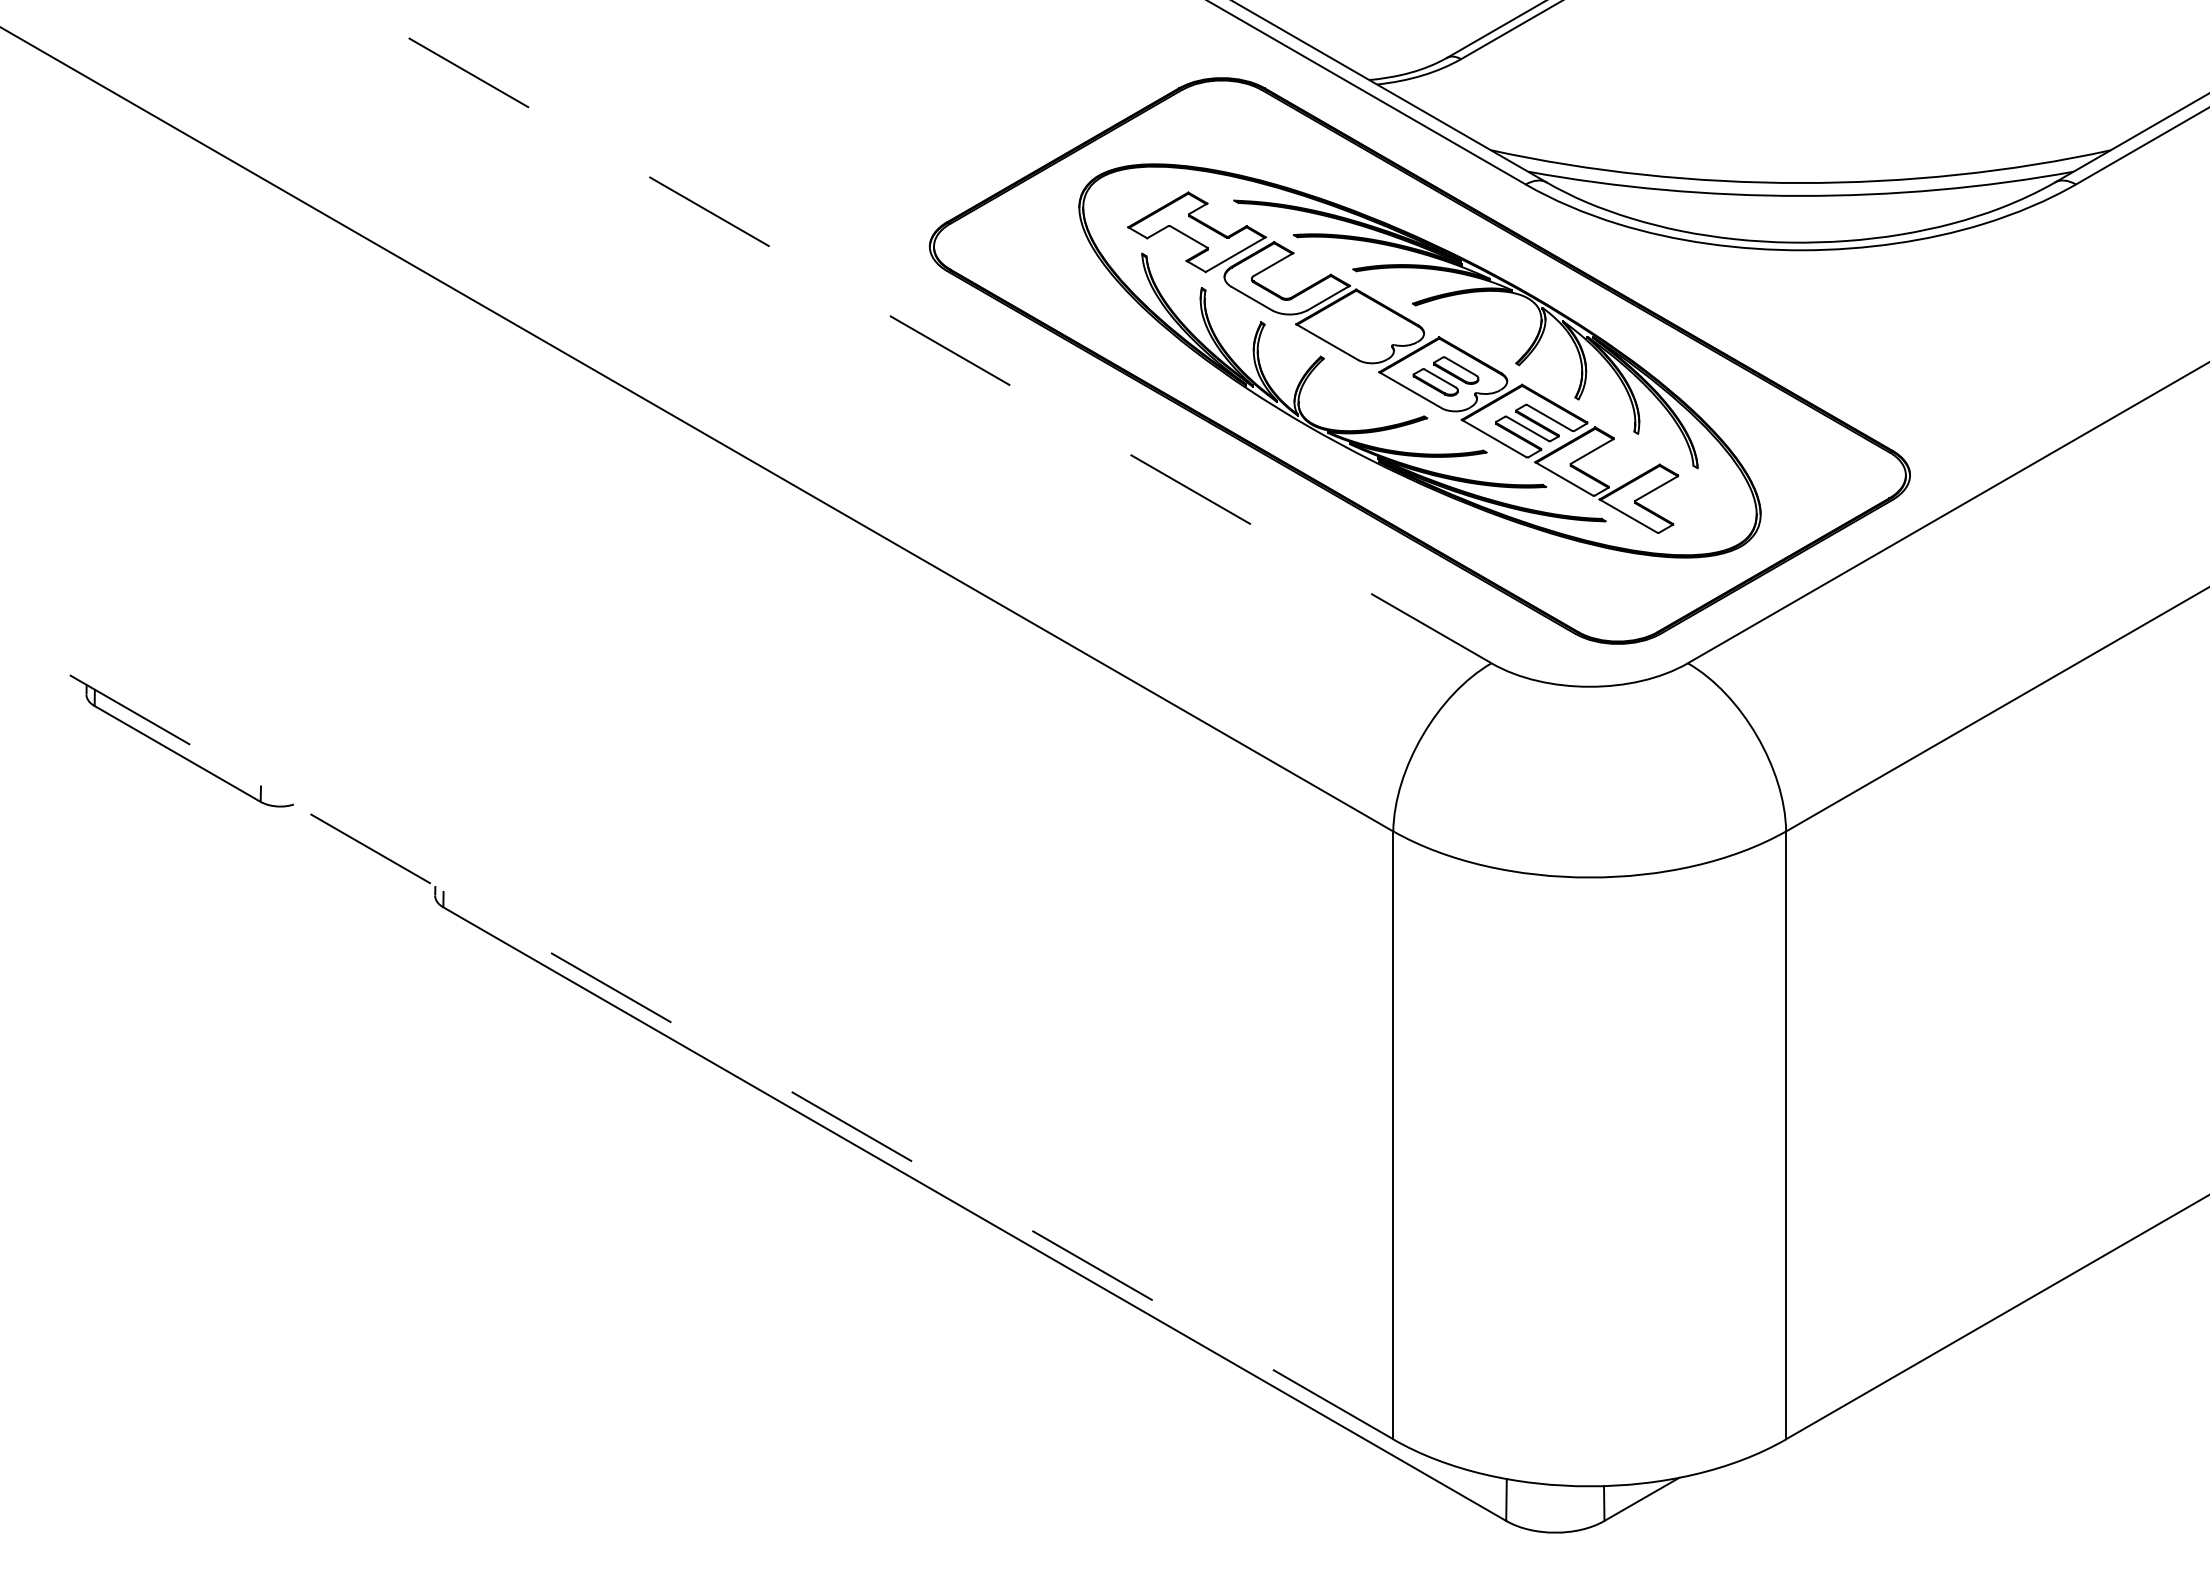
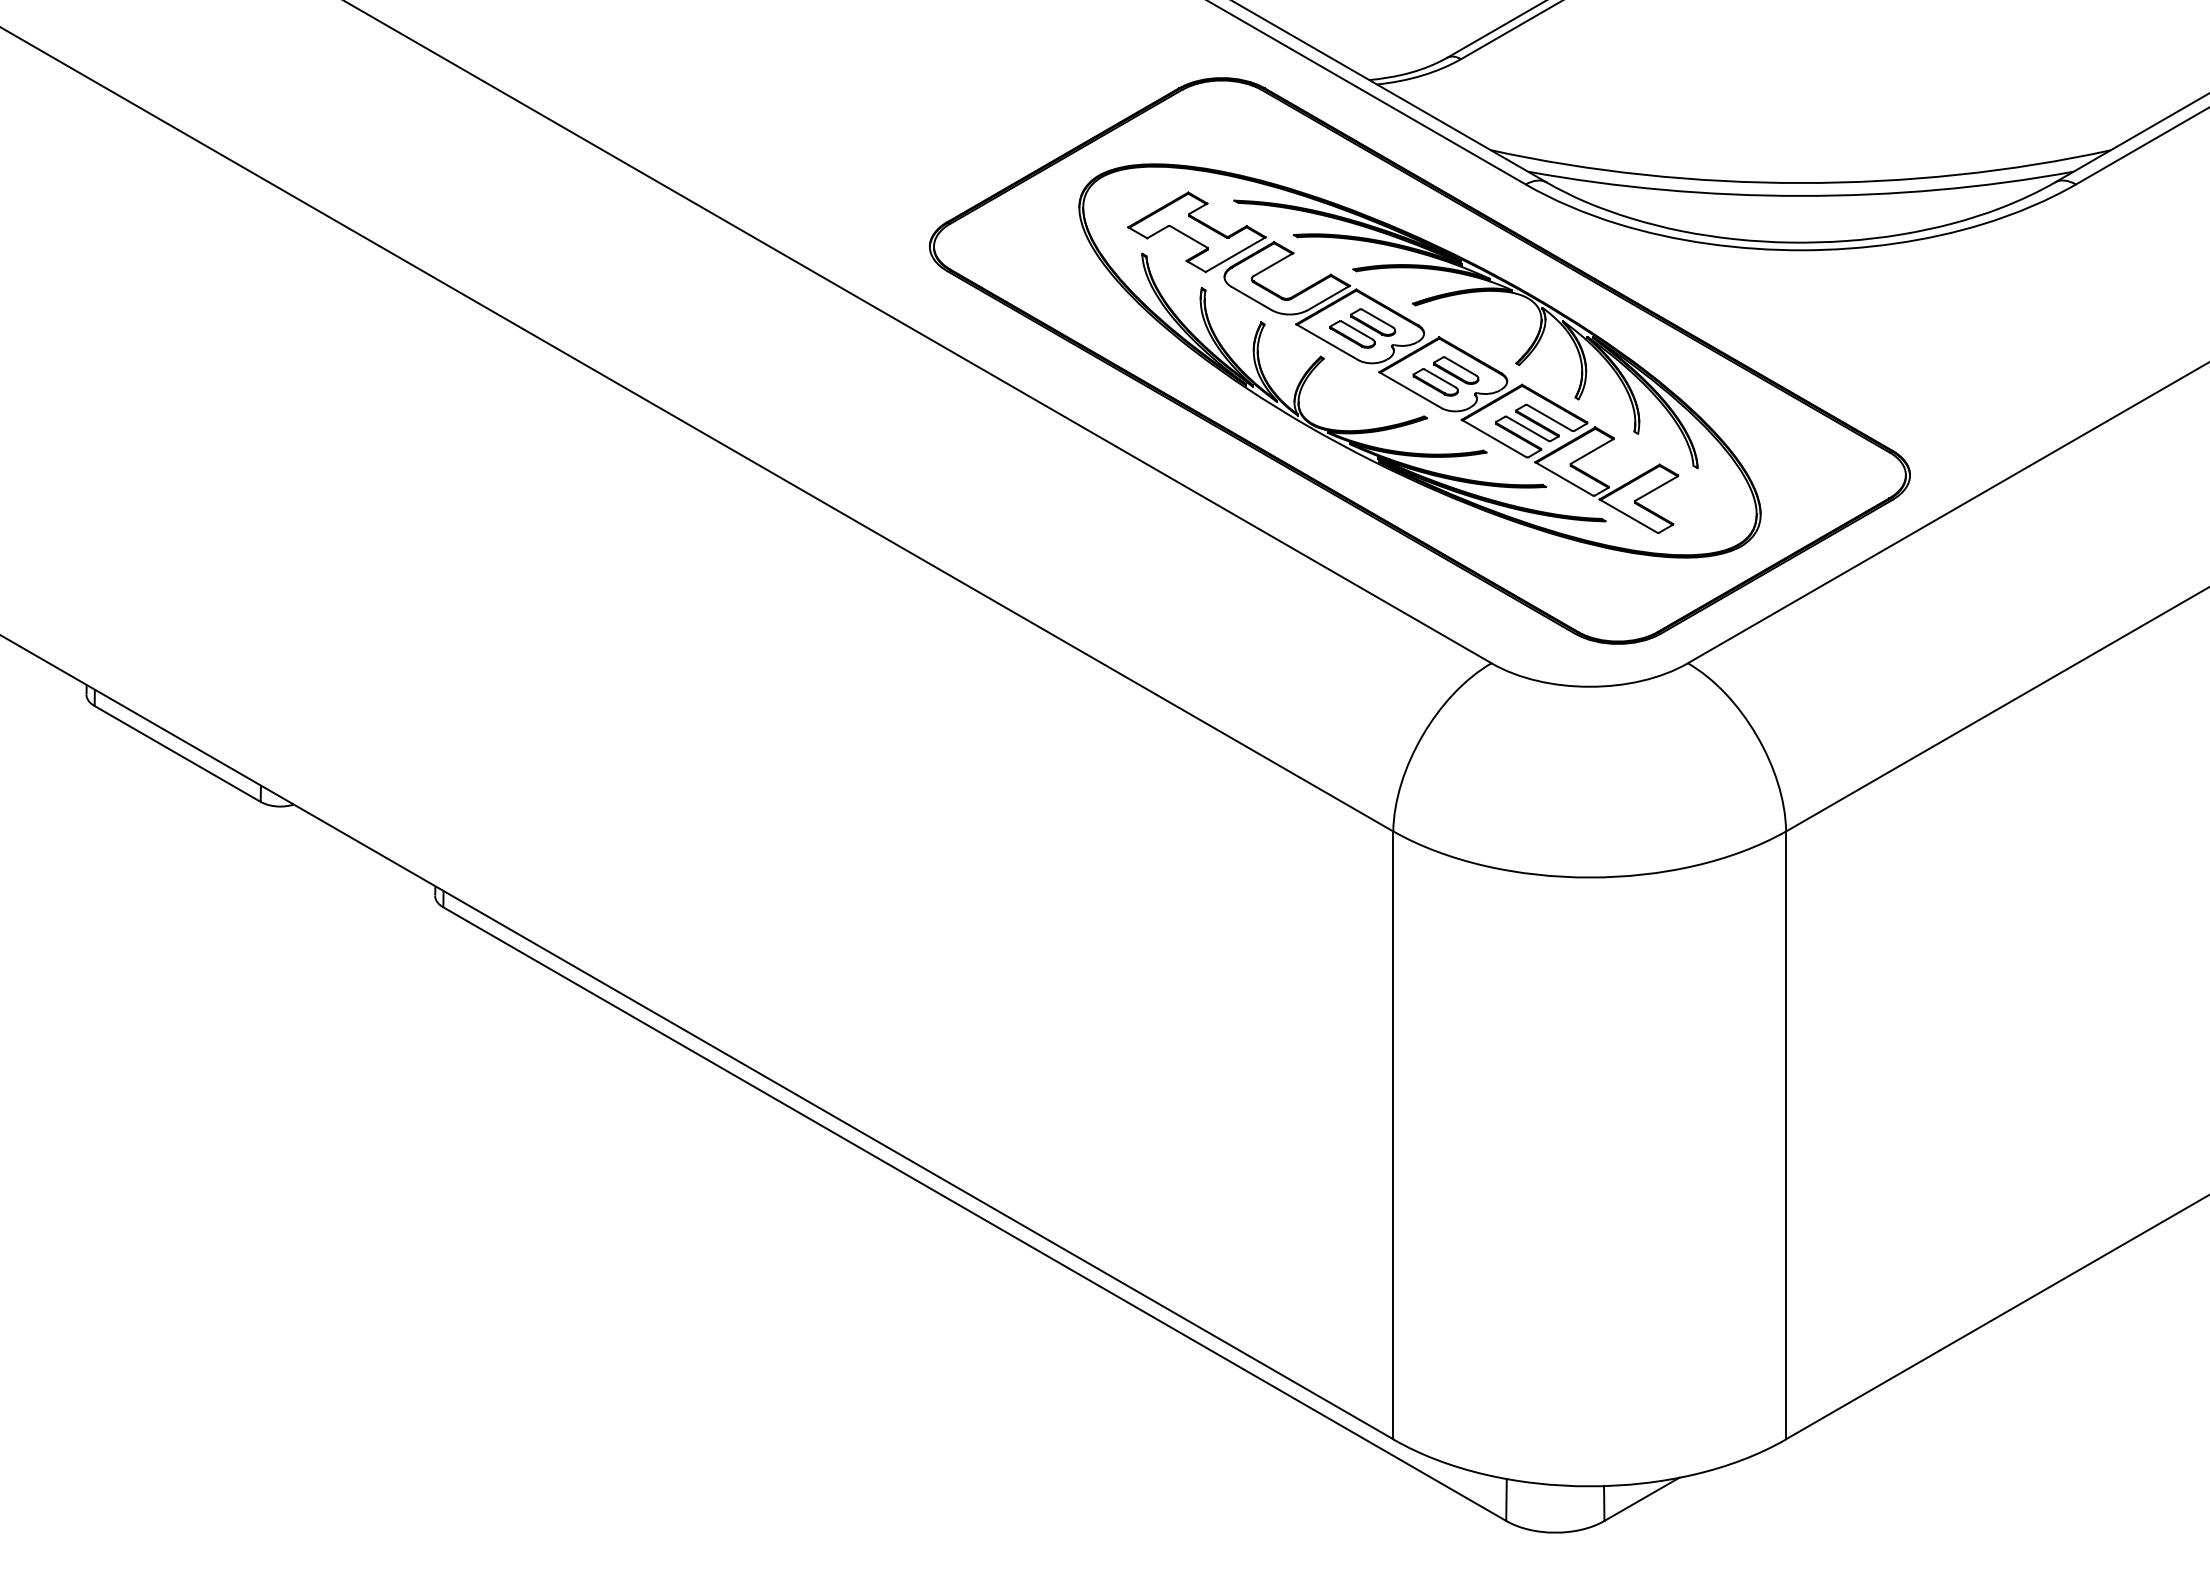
part at (1362, 328): none -> present
line at (917, 331): dashed -> solid
line at (696, 1036): dashed -> solid
